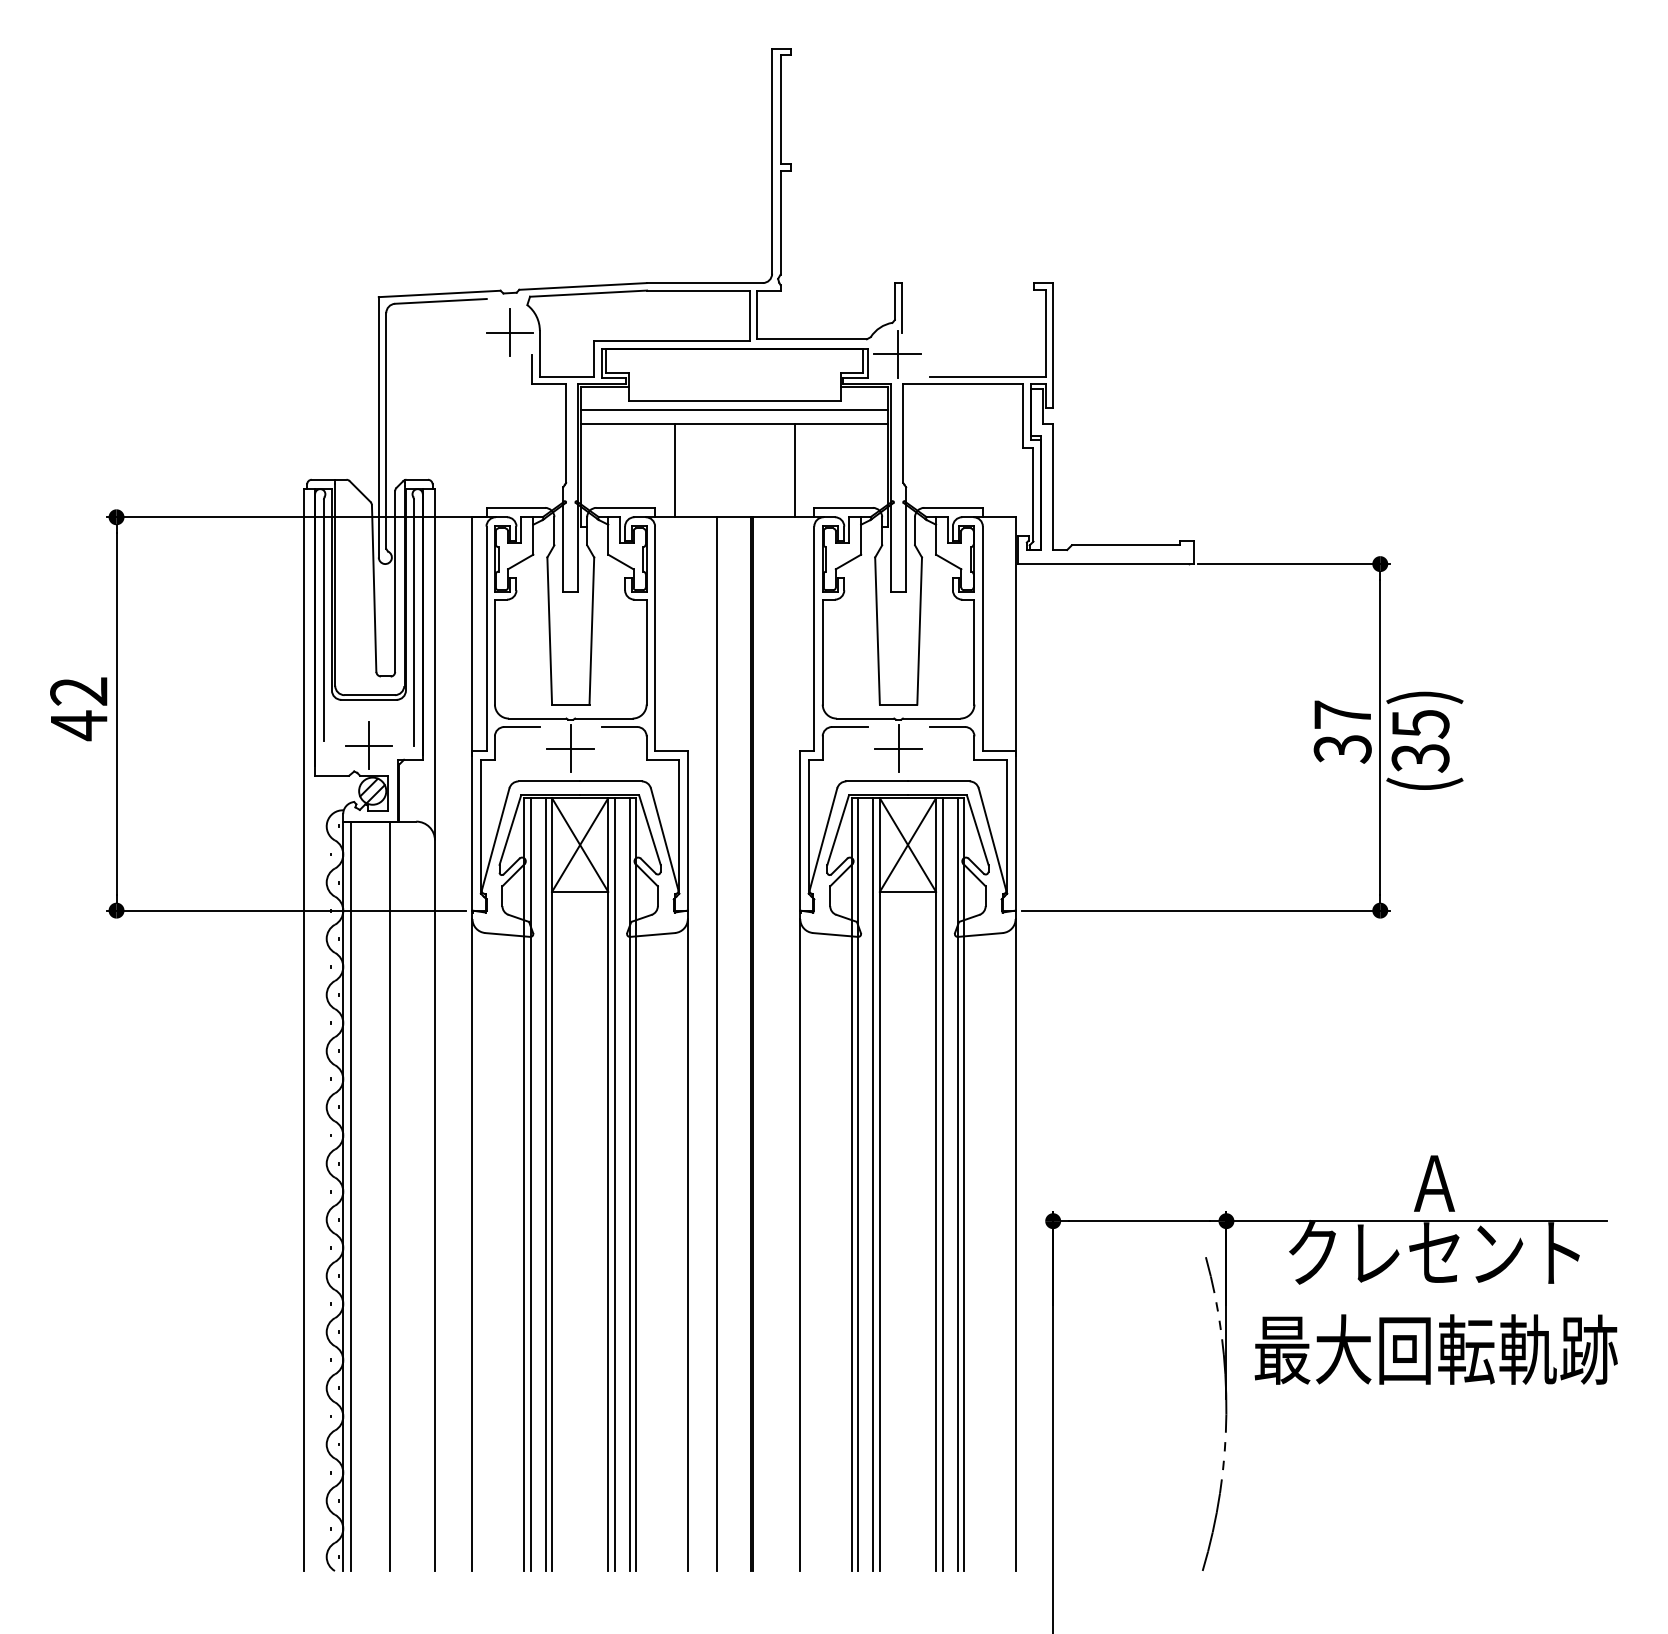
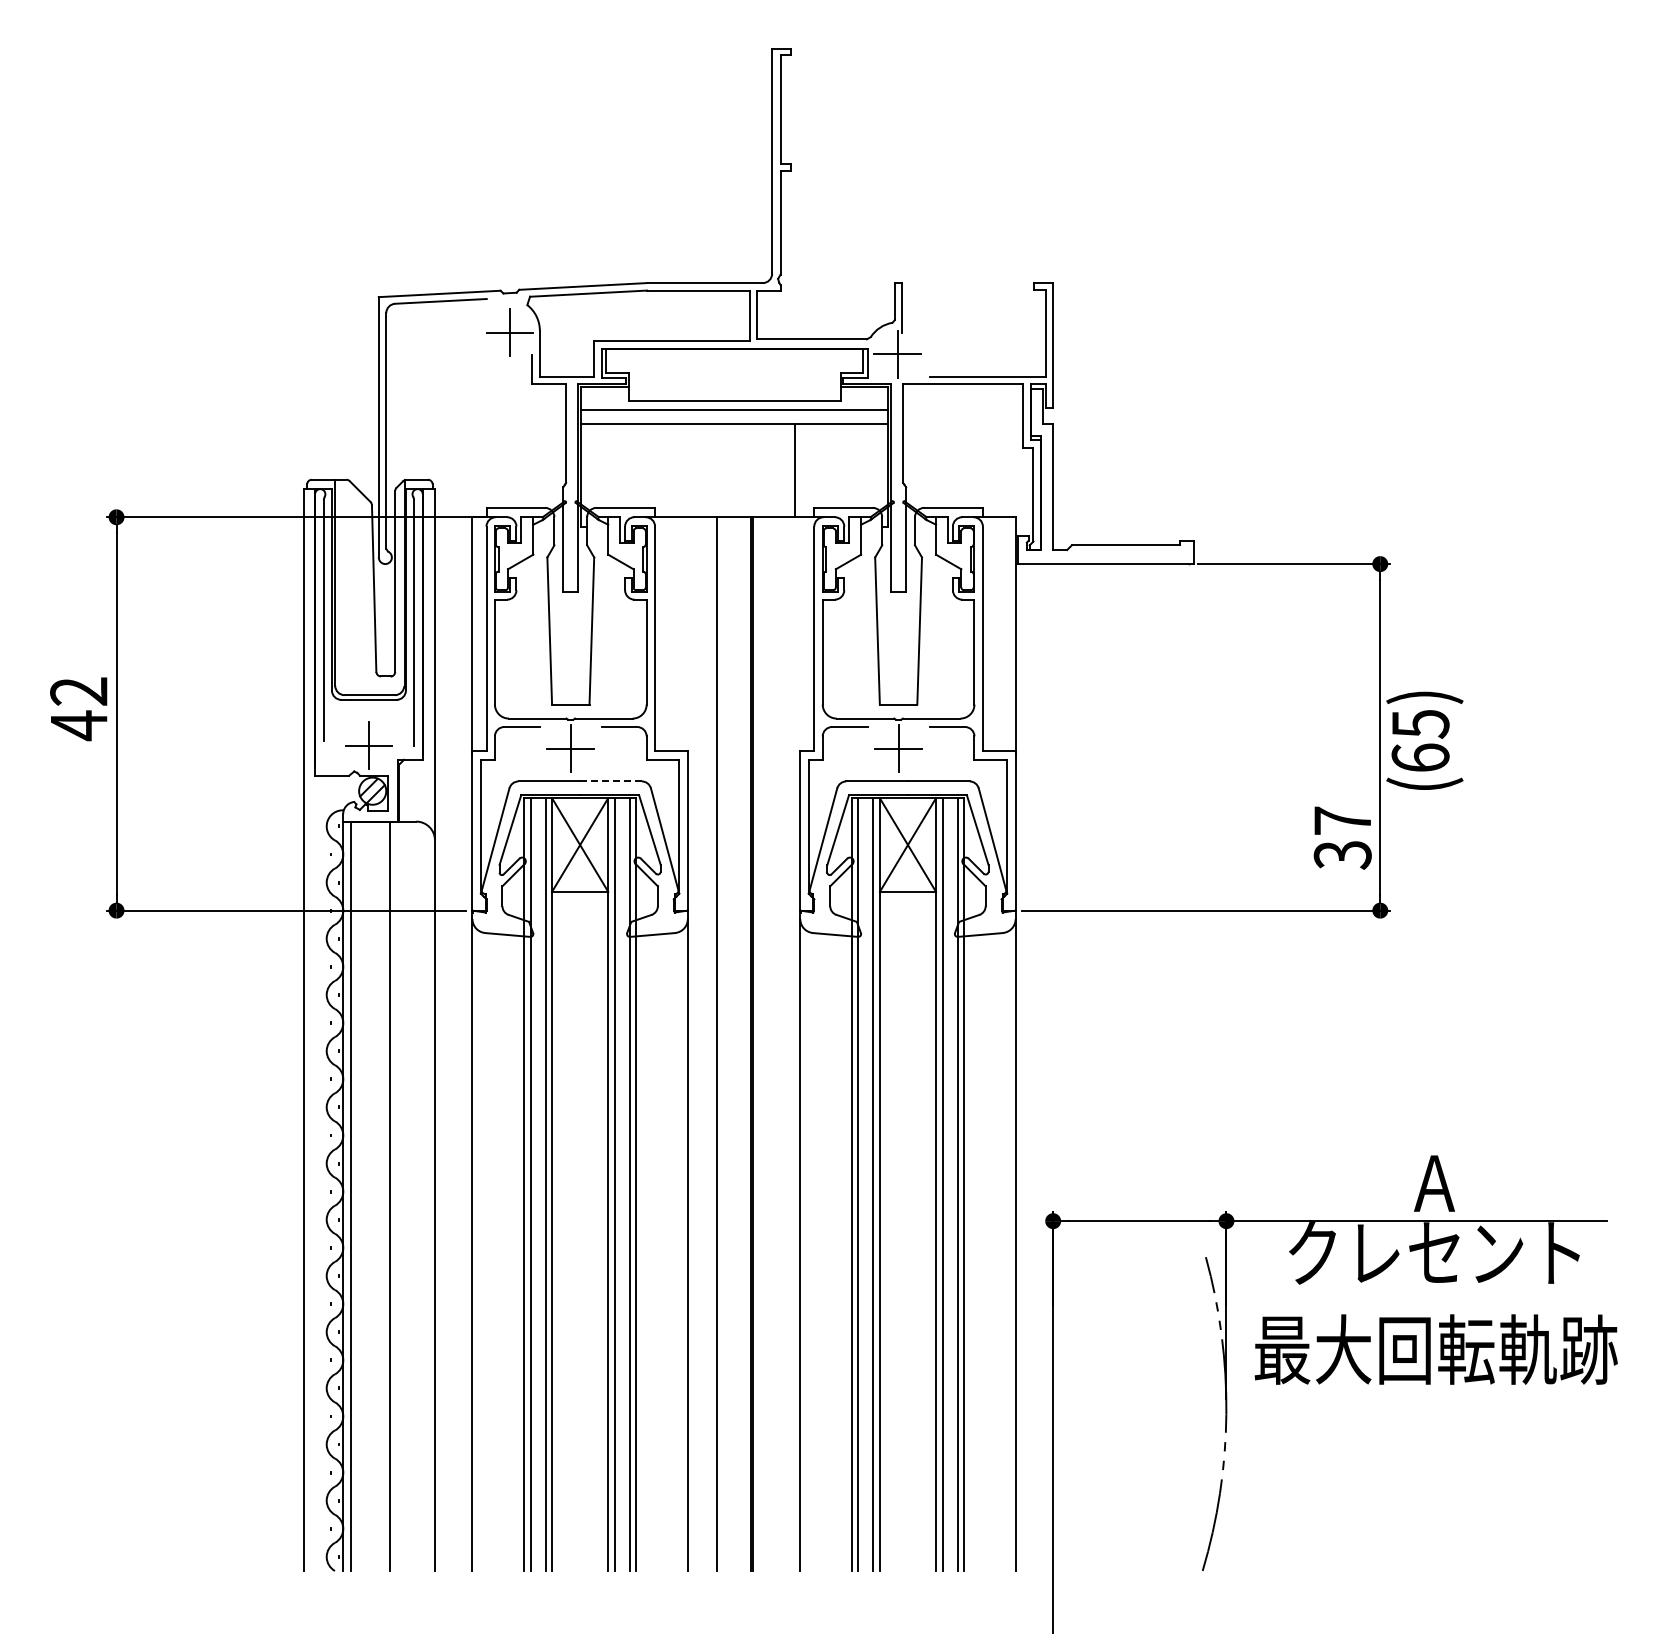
line at (674, 470): present -> none
text at (1342, 731) position: (1342, 731) -> (1342, 837)
text at (1420, 757): (35) -> (65)
line at (611, 781): solid -> dashed
